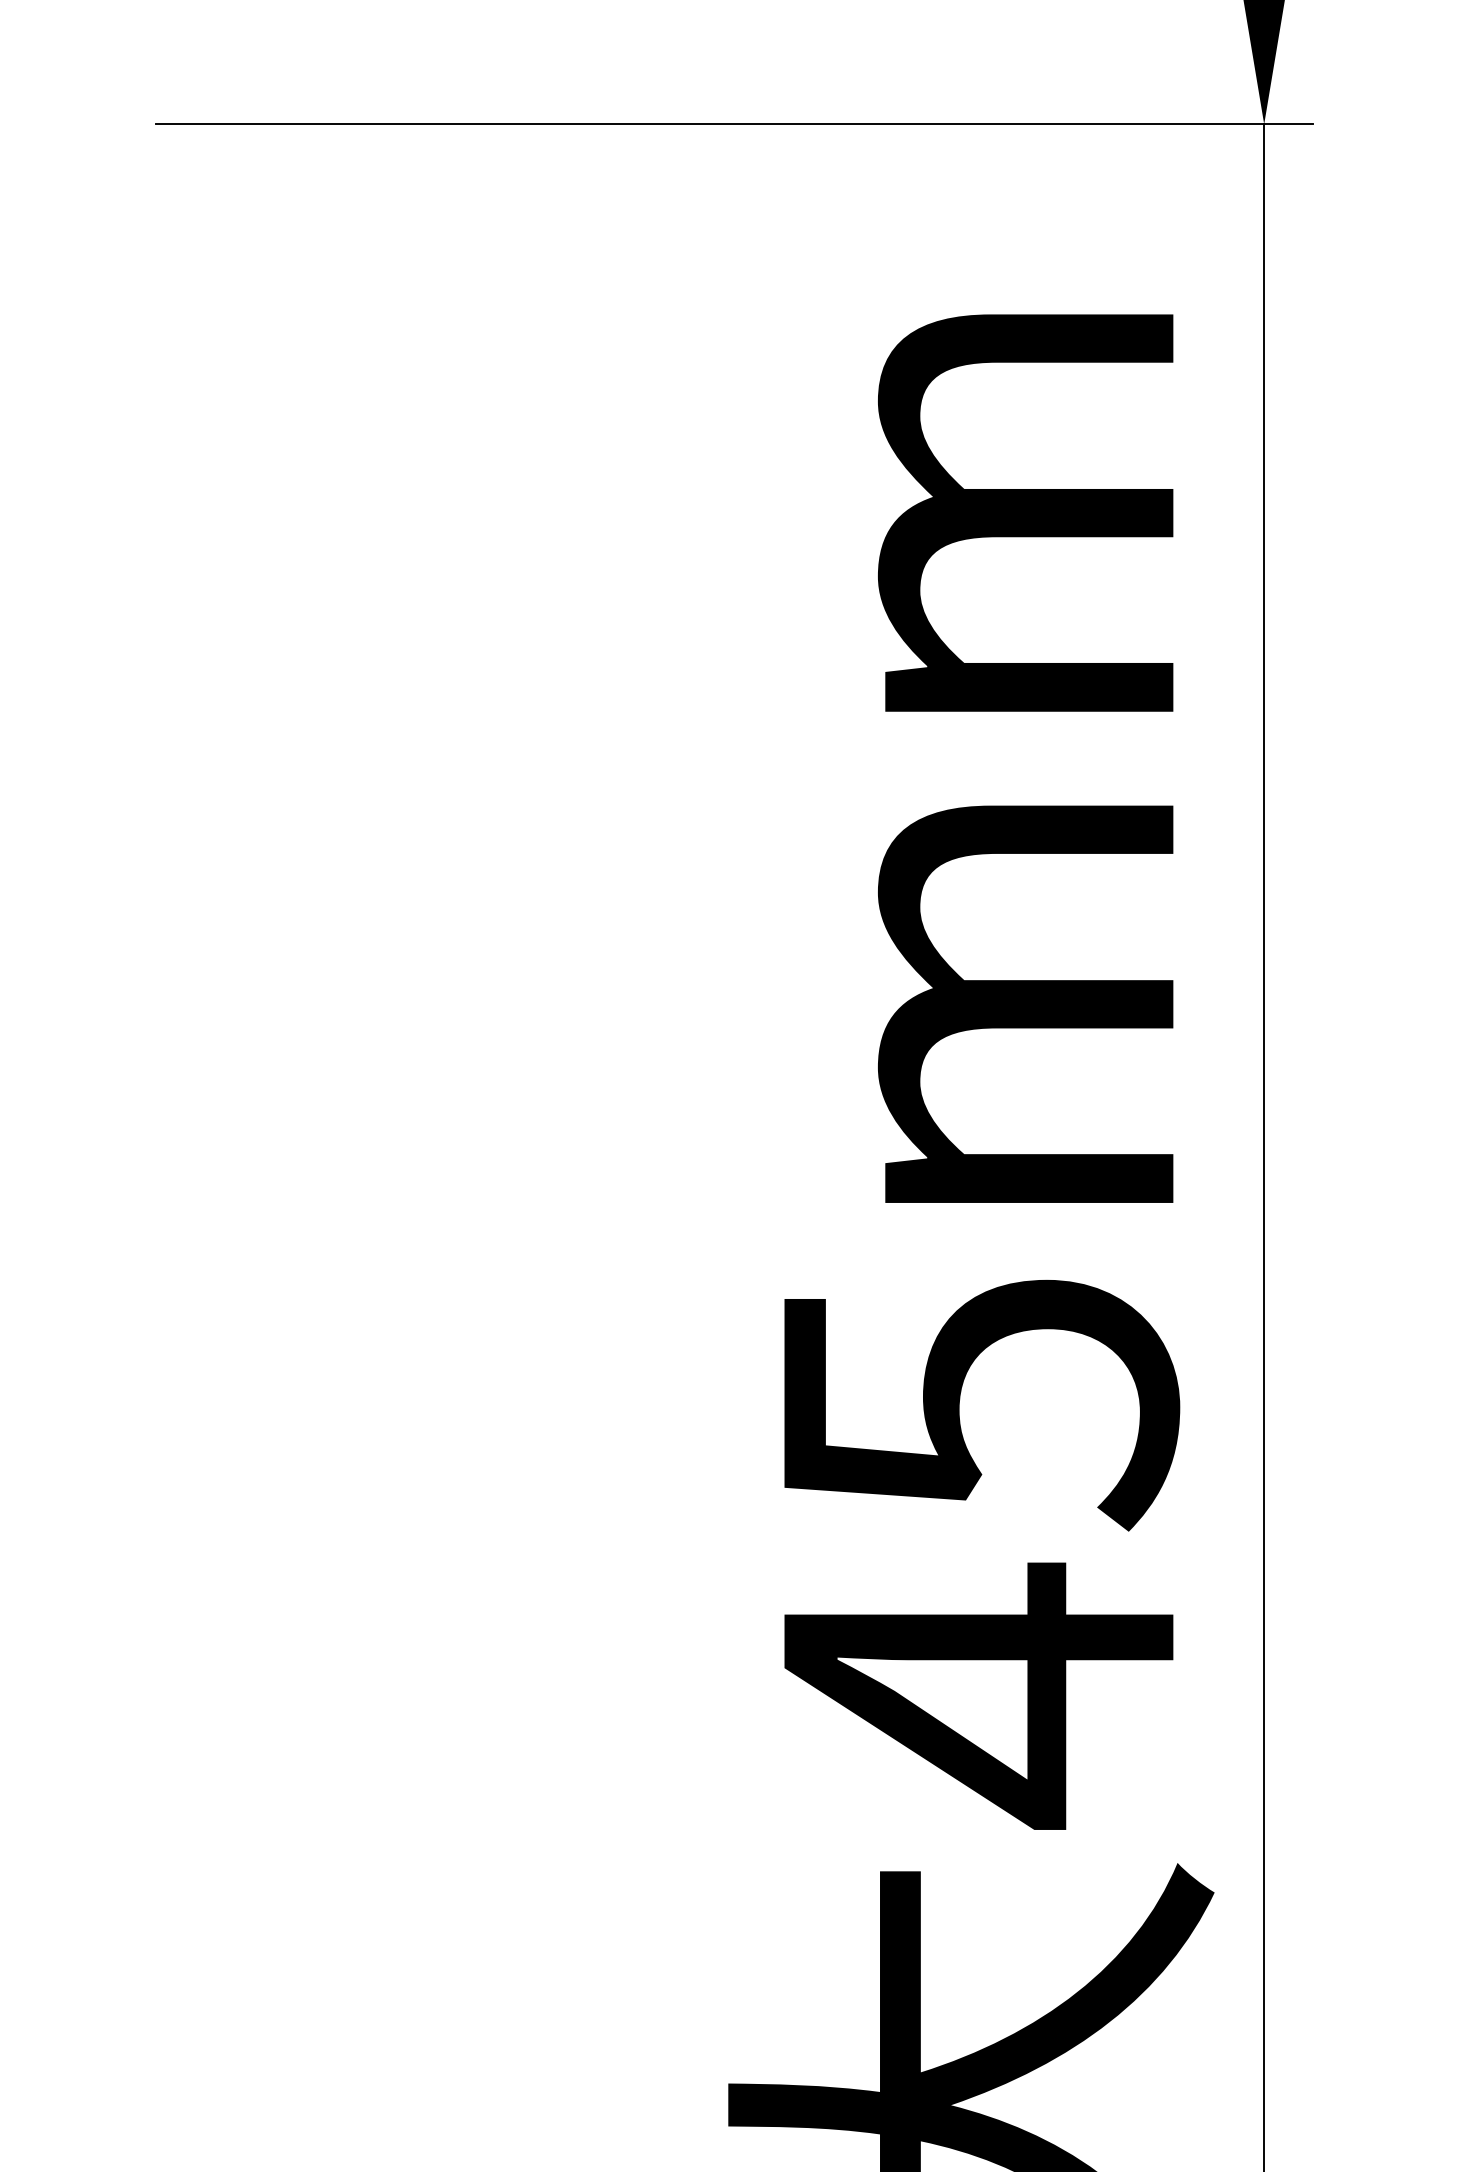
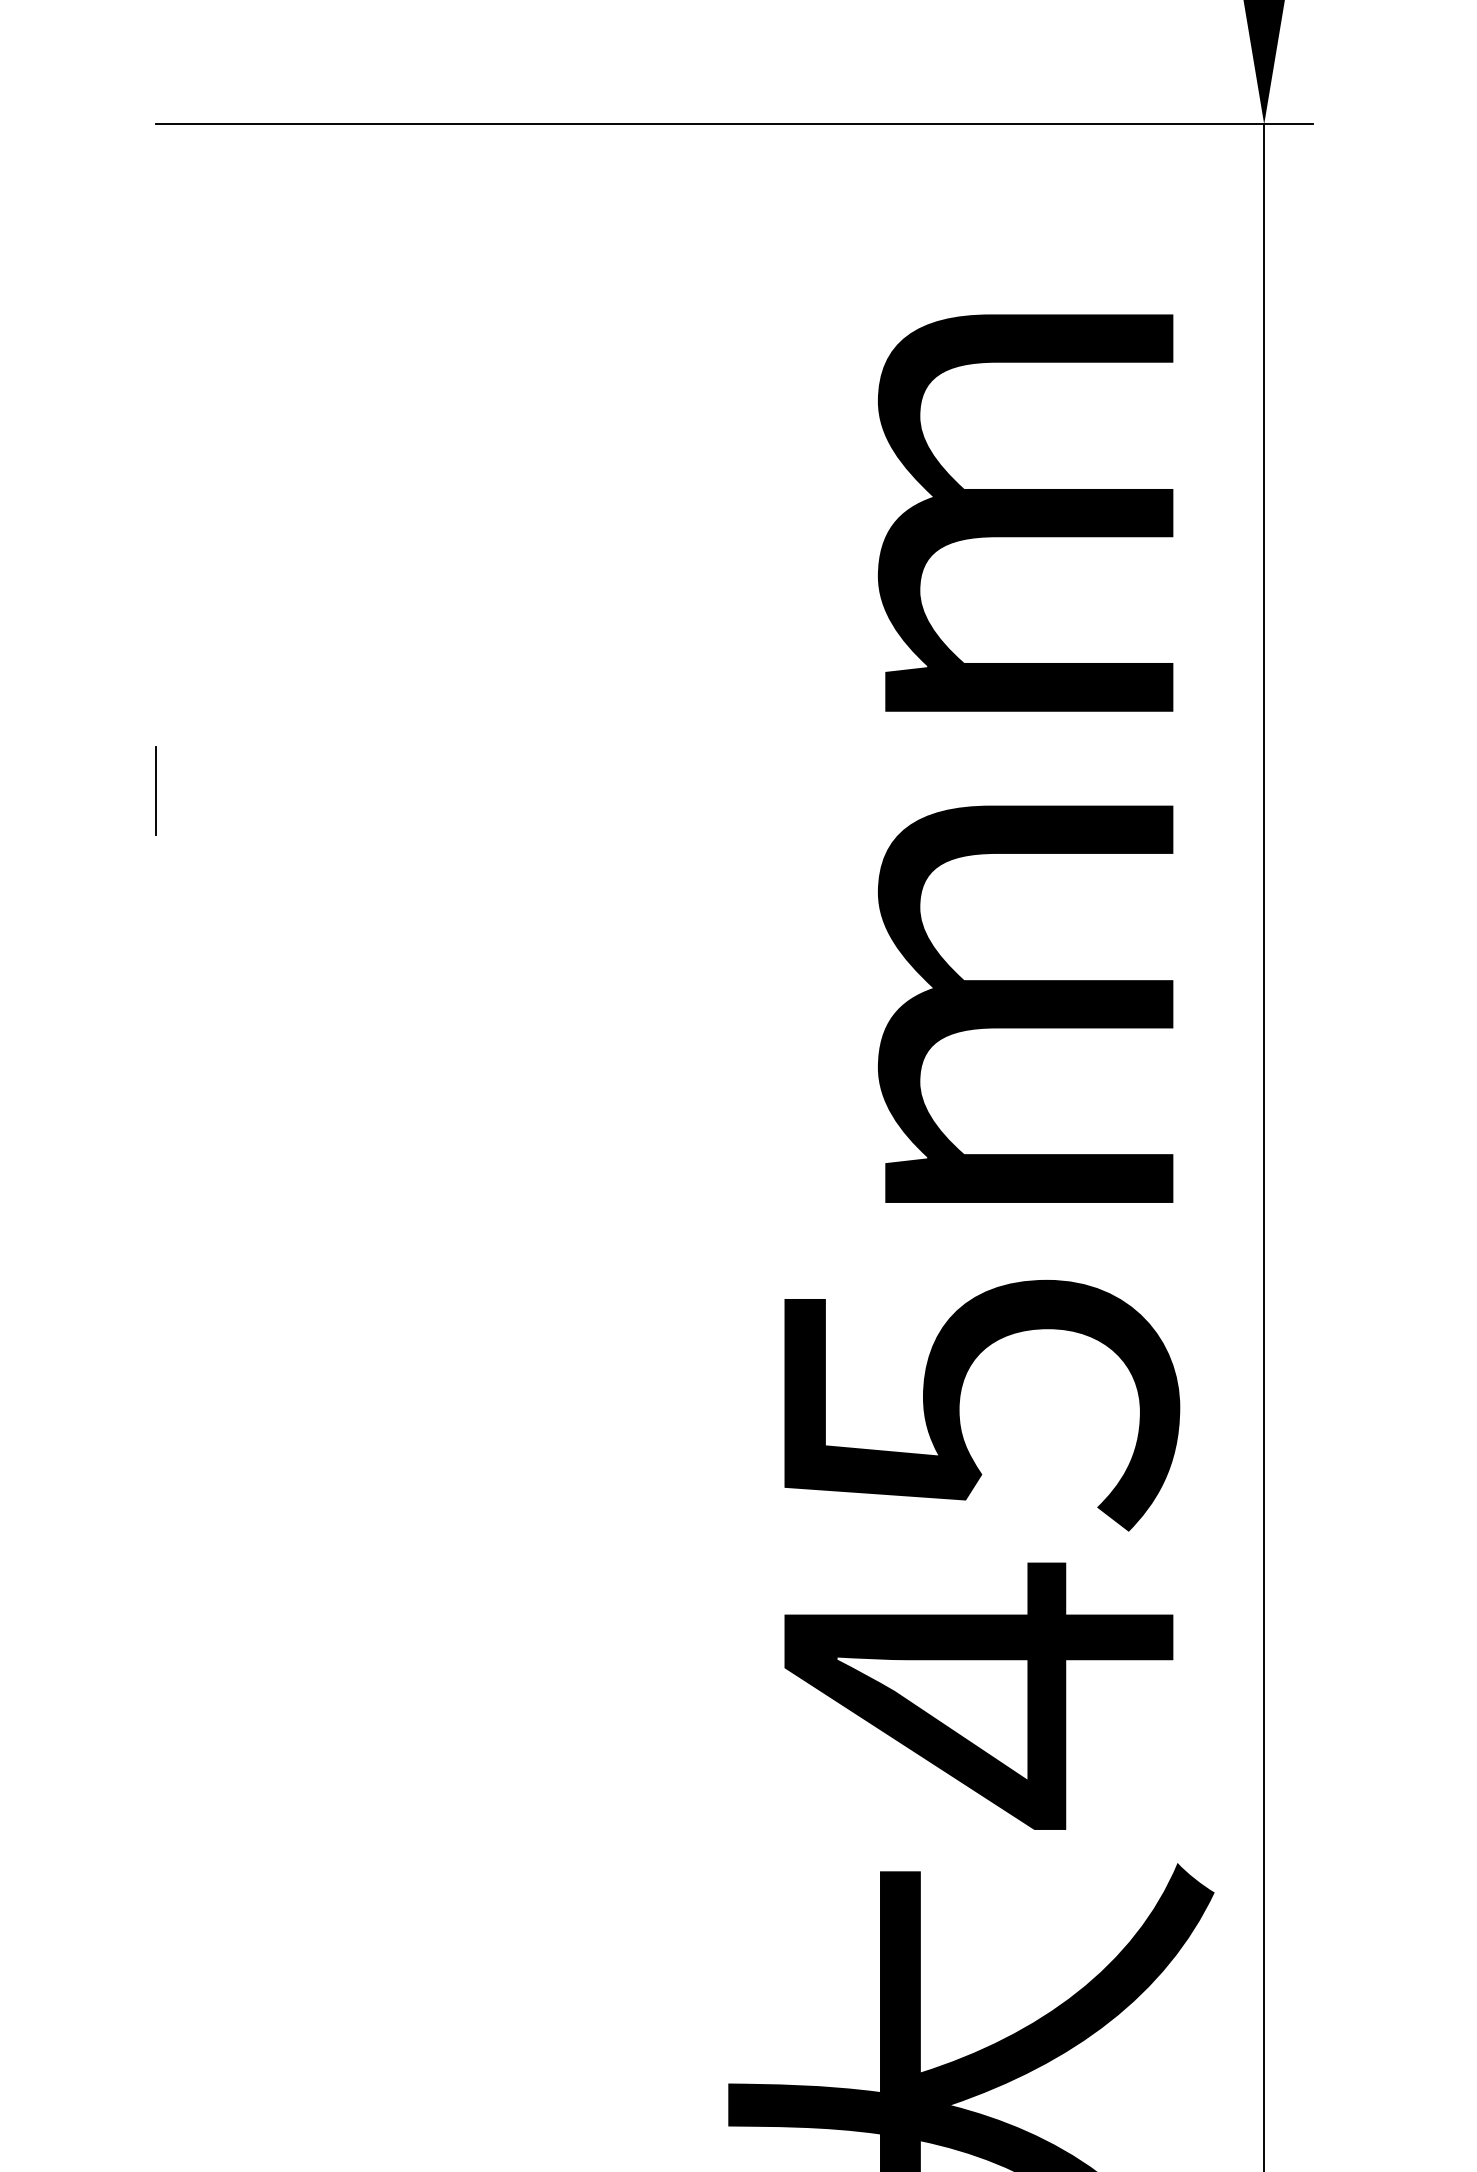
line at (155, 790): none -> present
